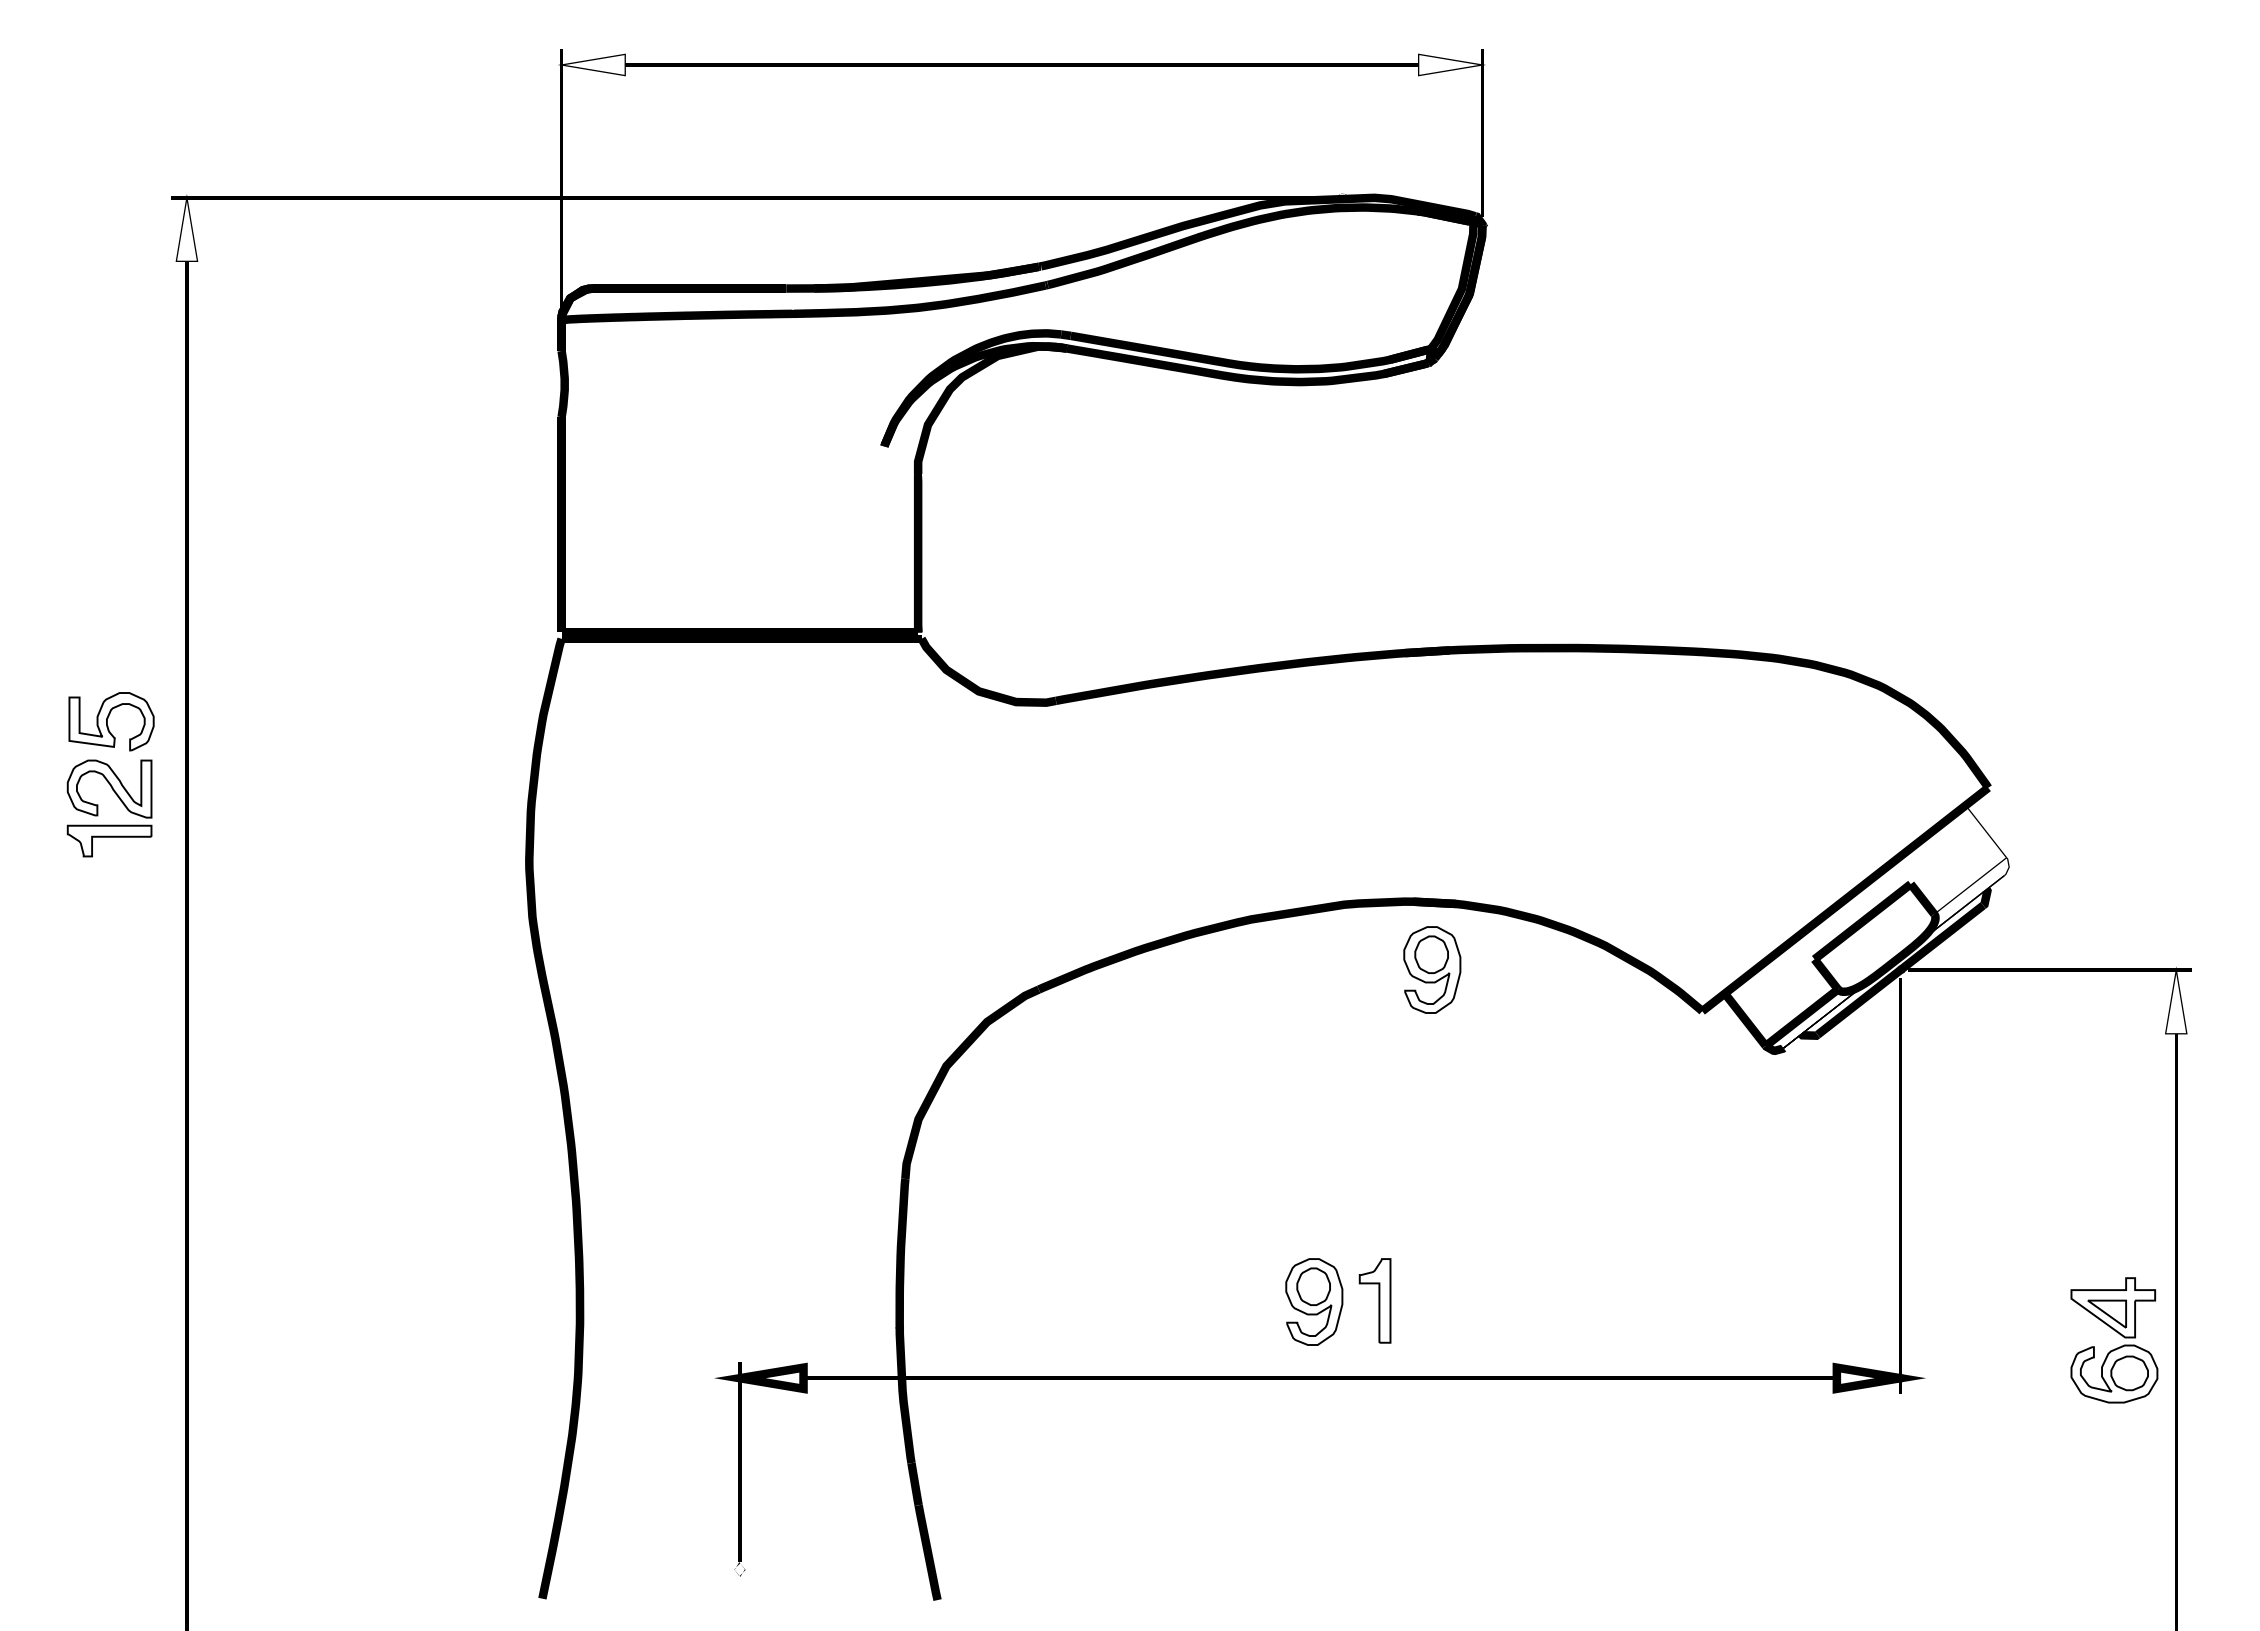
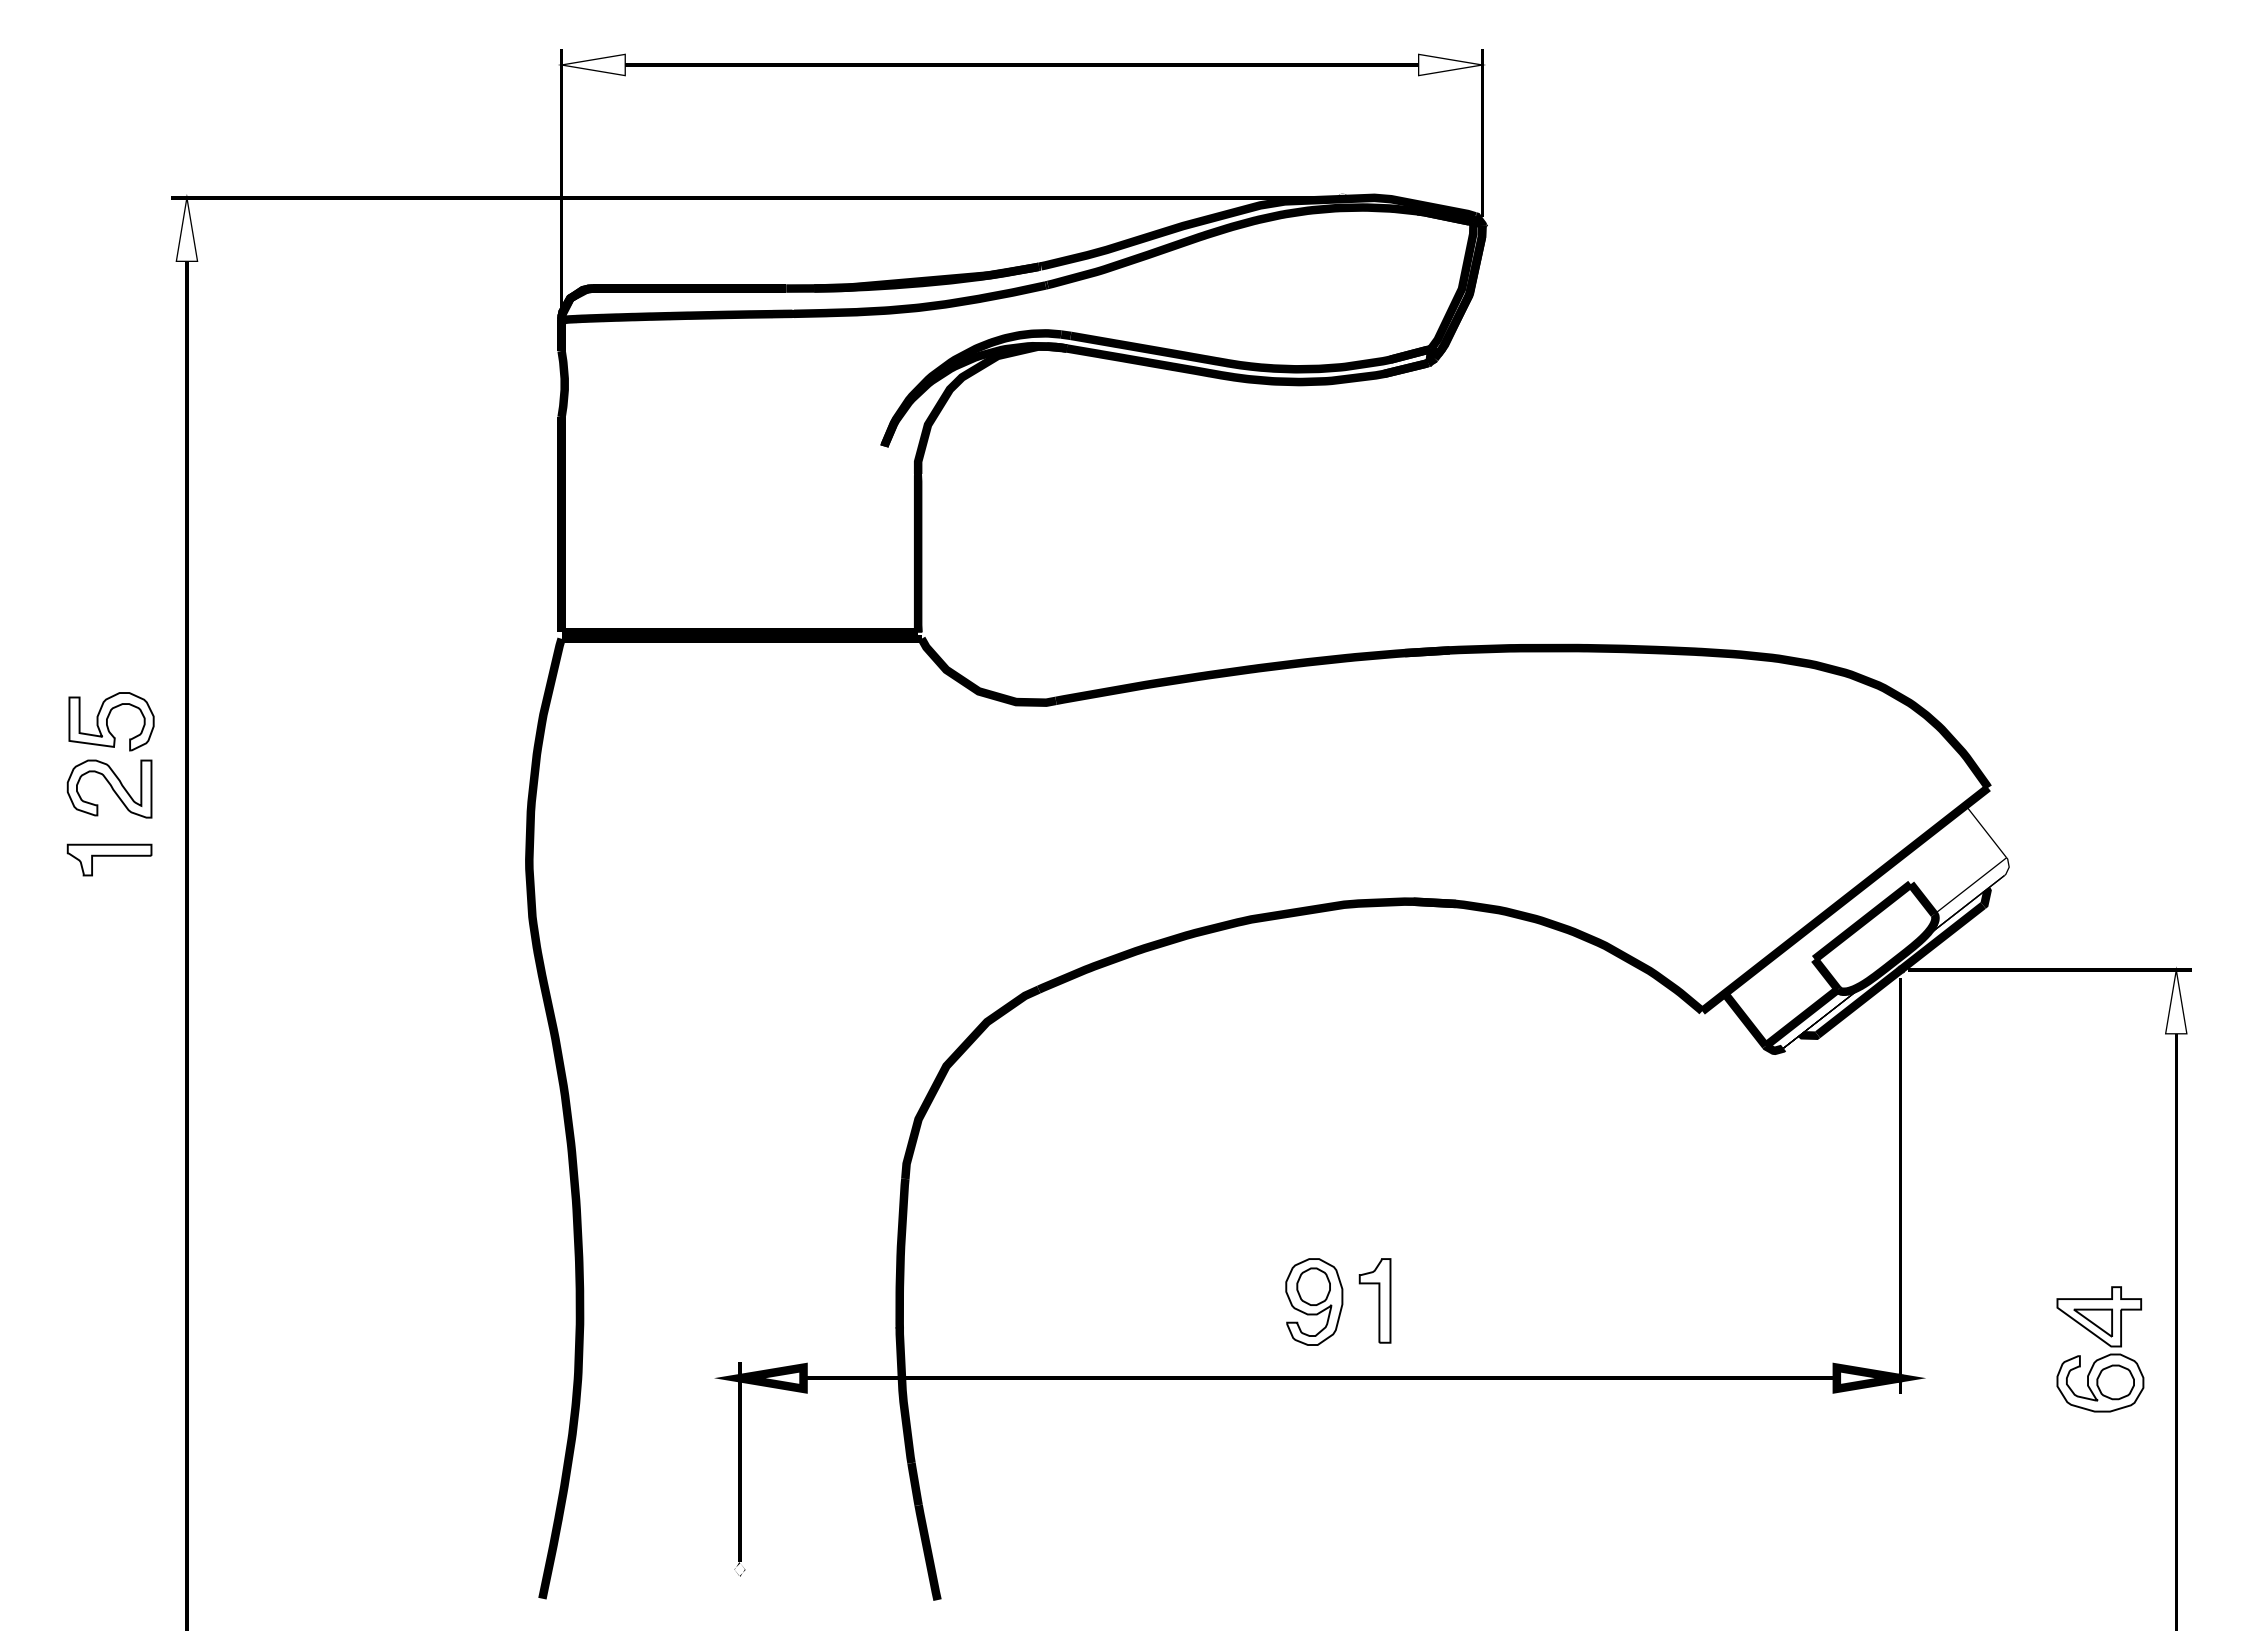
part at (109, 840) position: (109, 840) -> (109, 859)
part at (1432, 969): present -> none
part at (2117, 1333) position: (2117, 1333) -> (2103, 1342)
